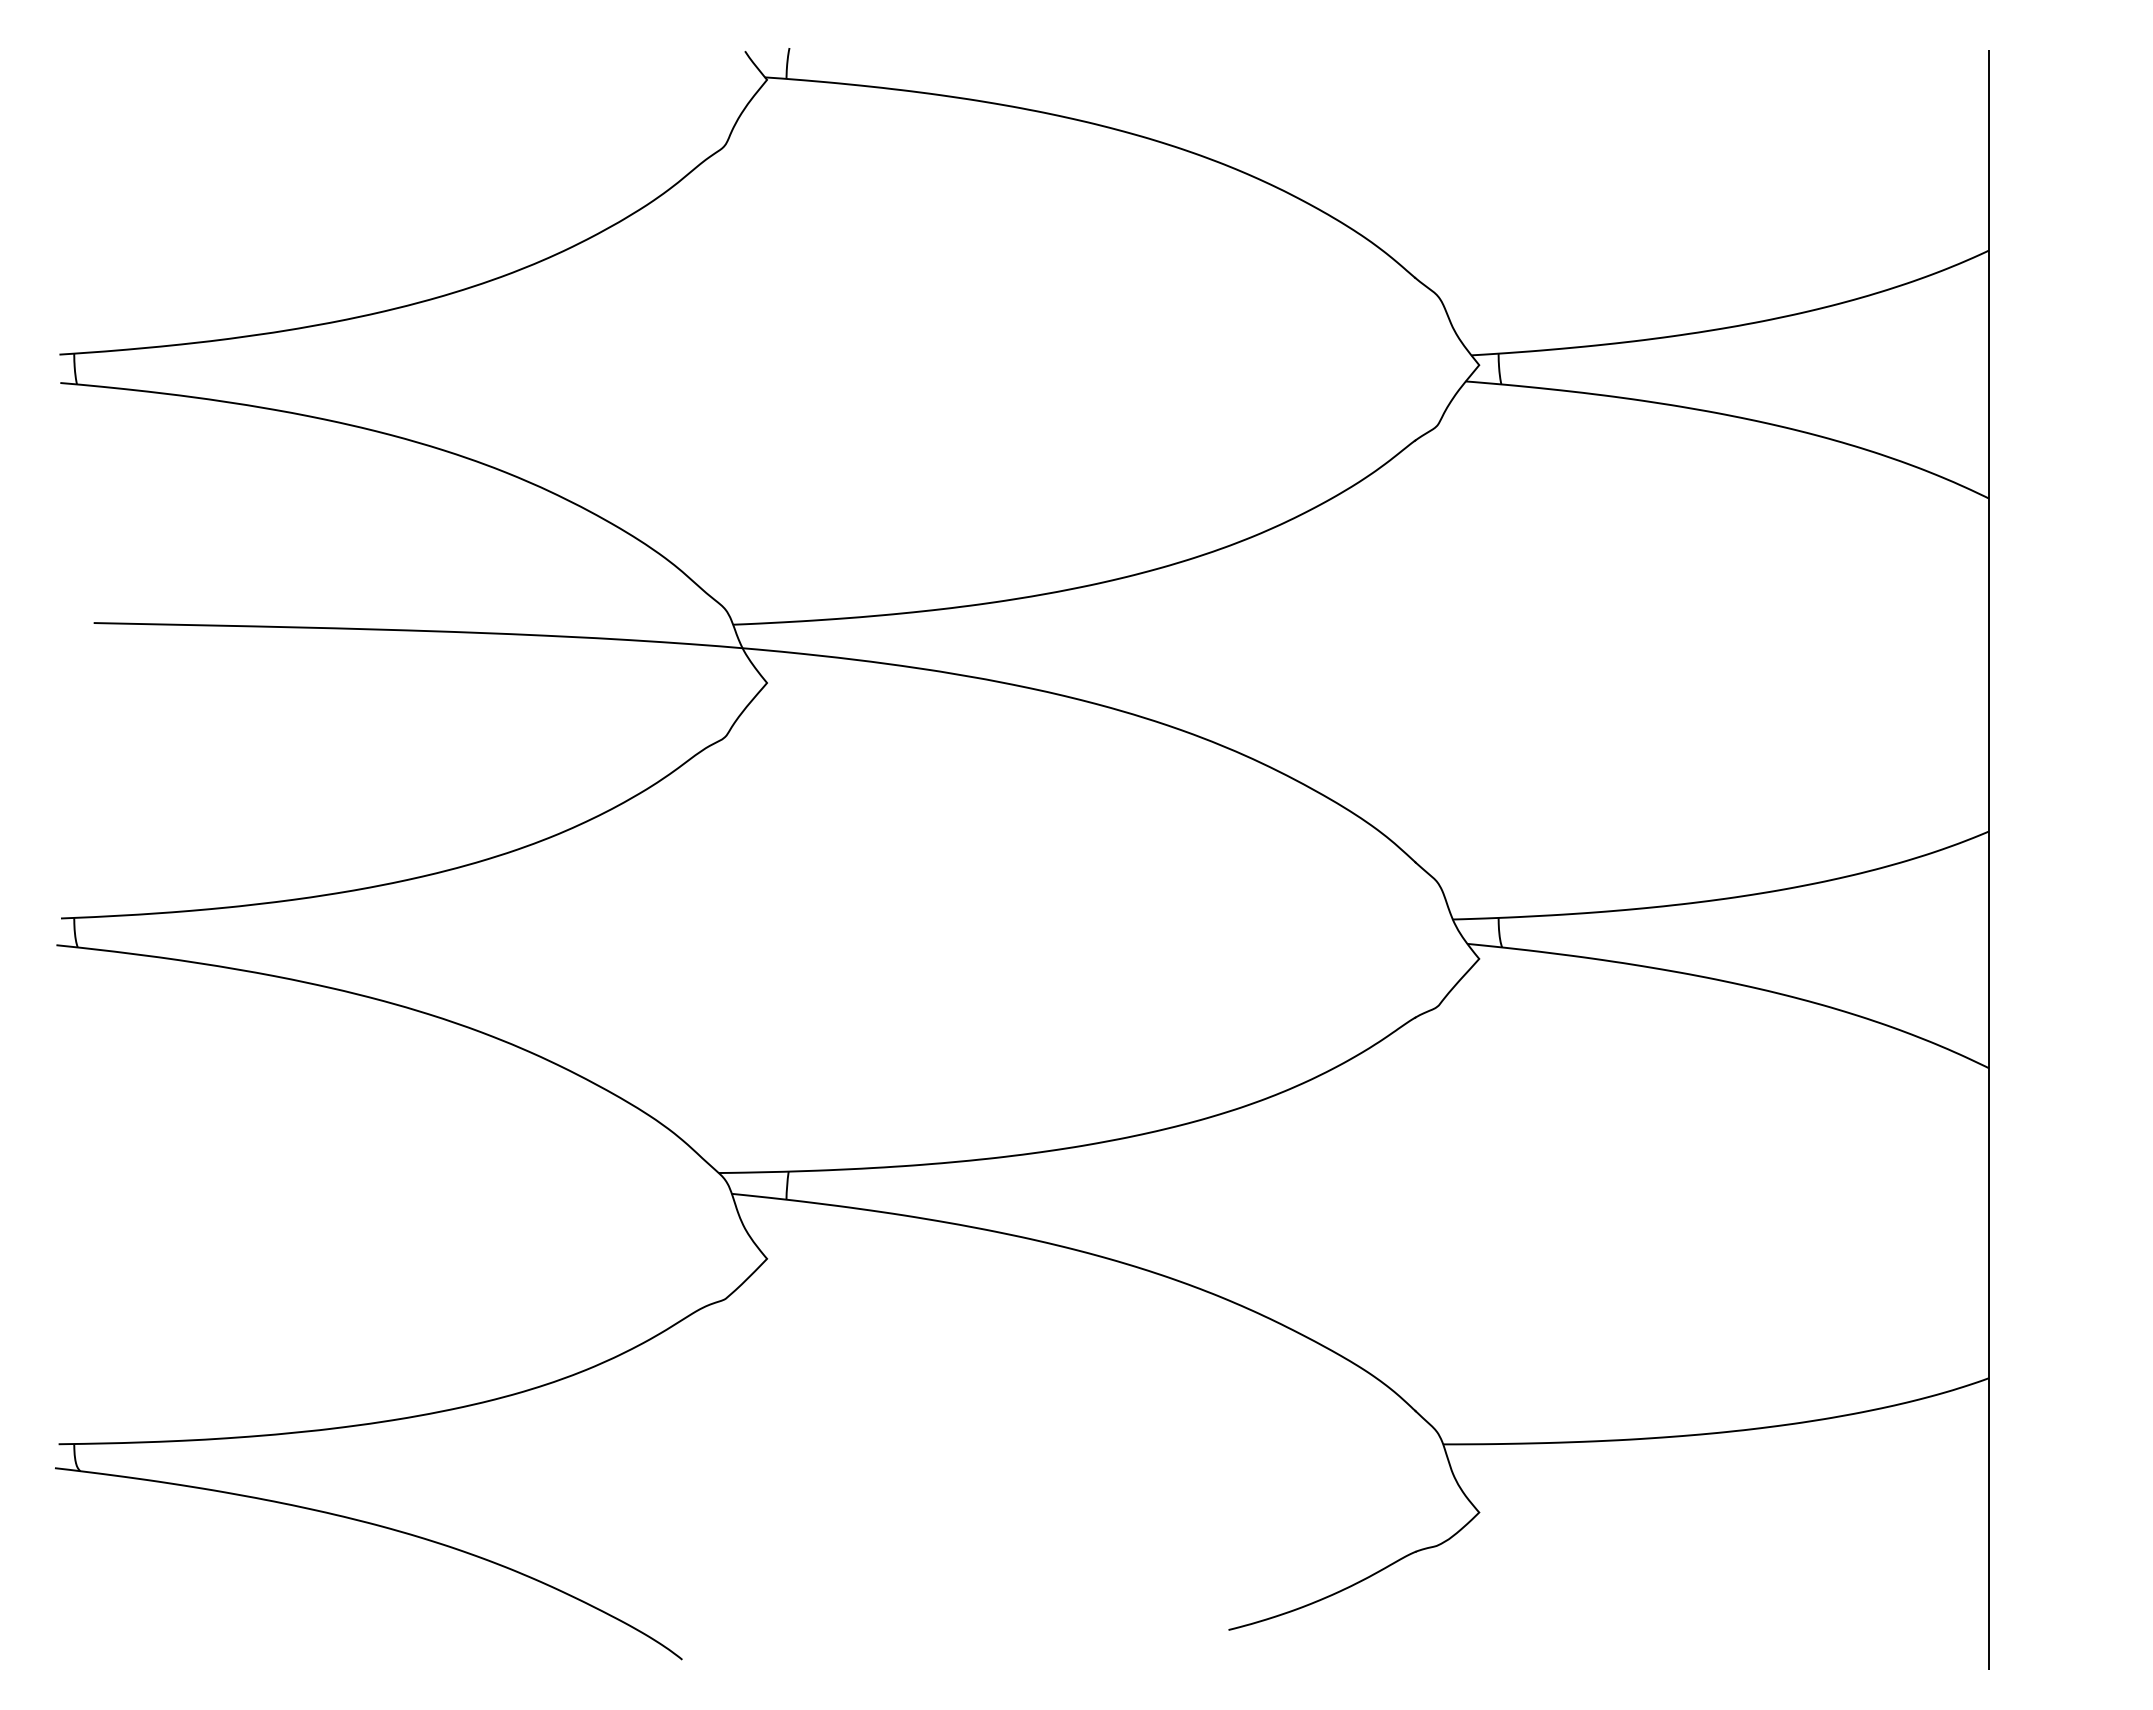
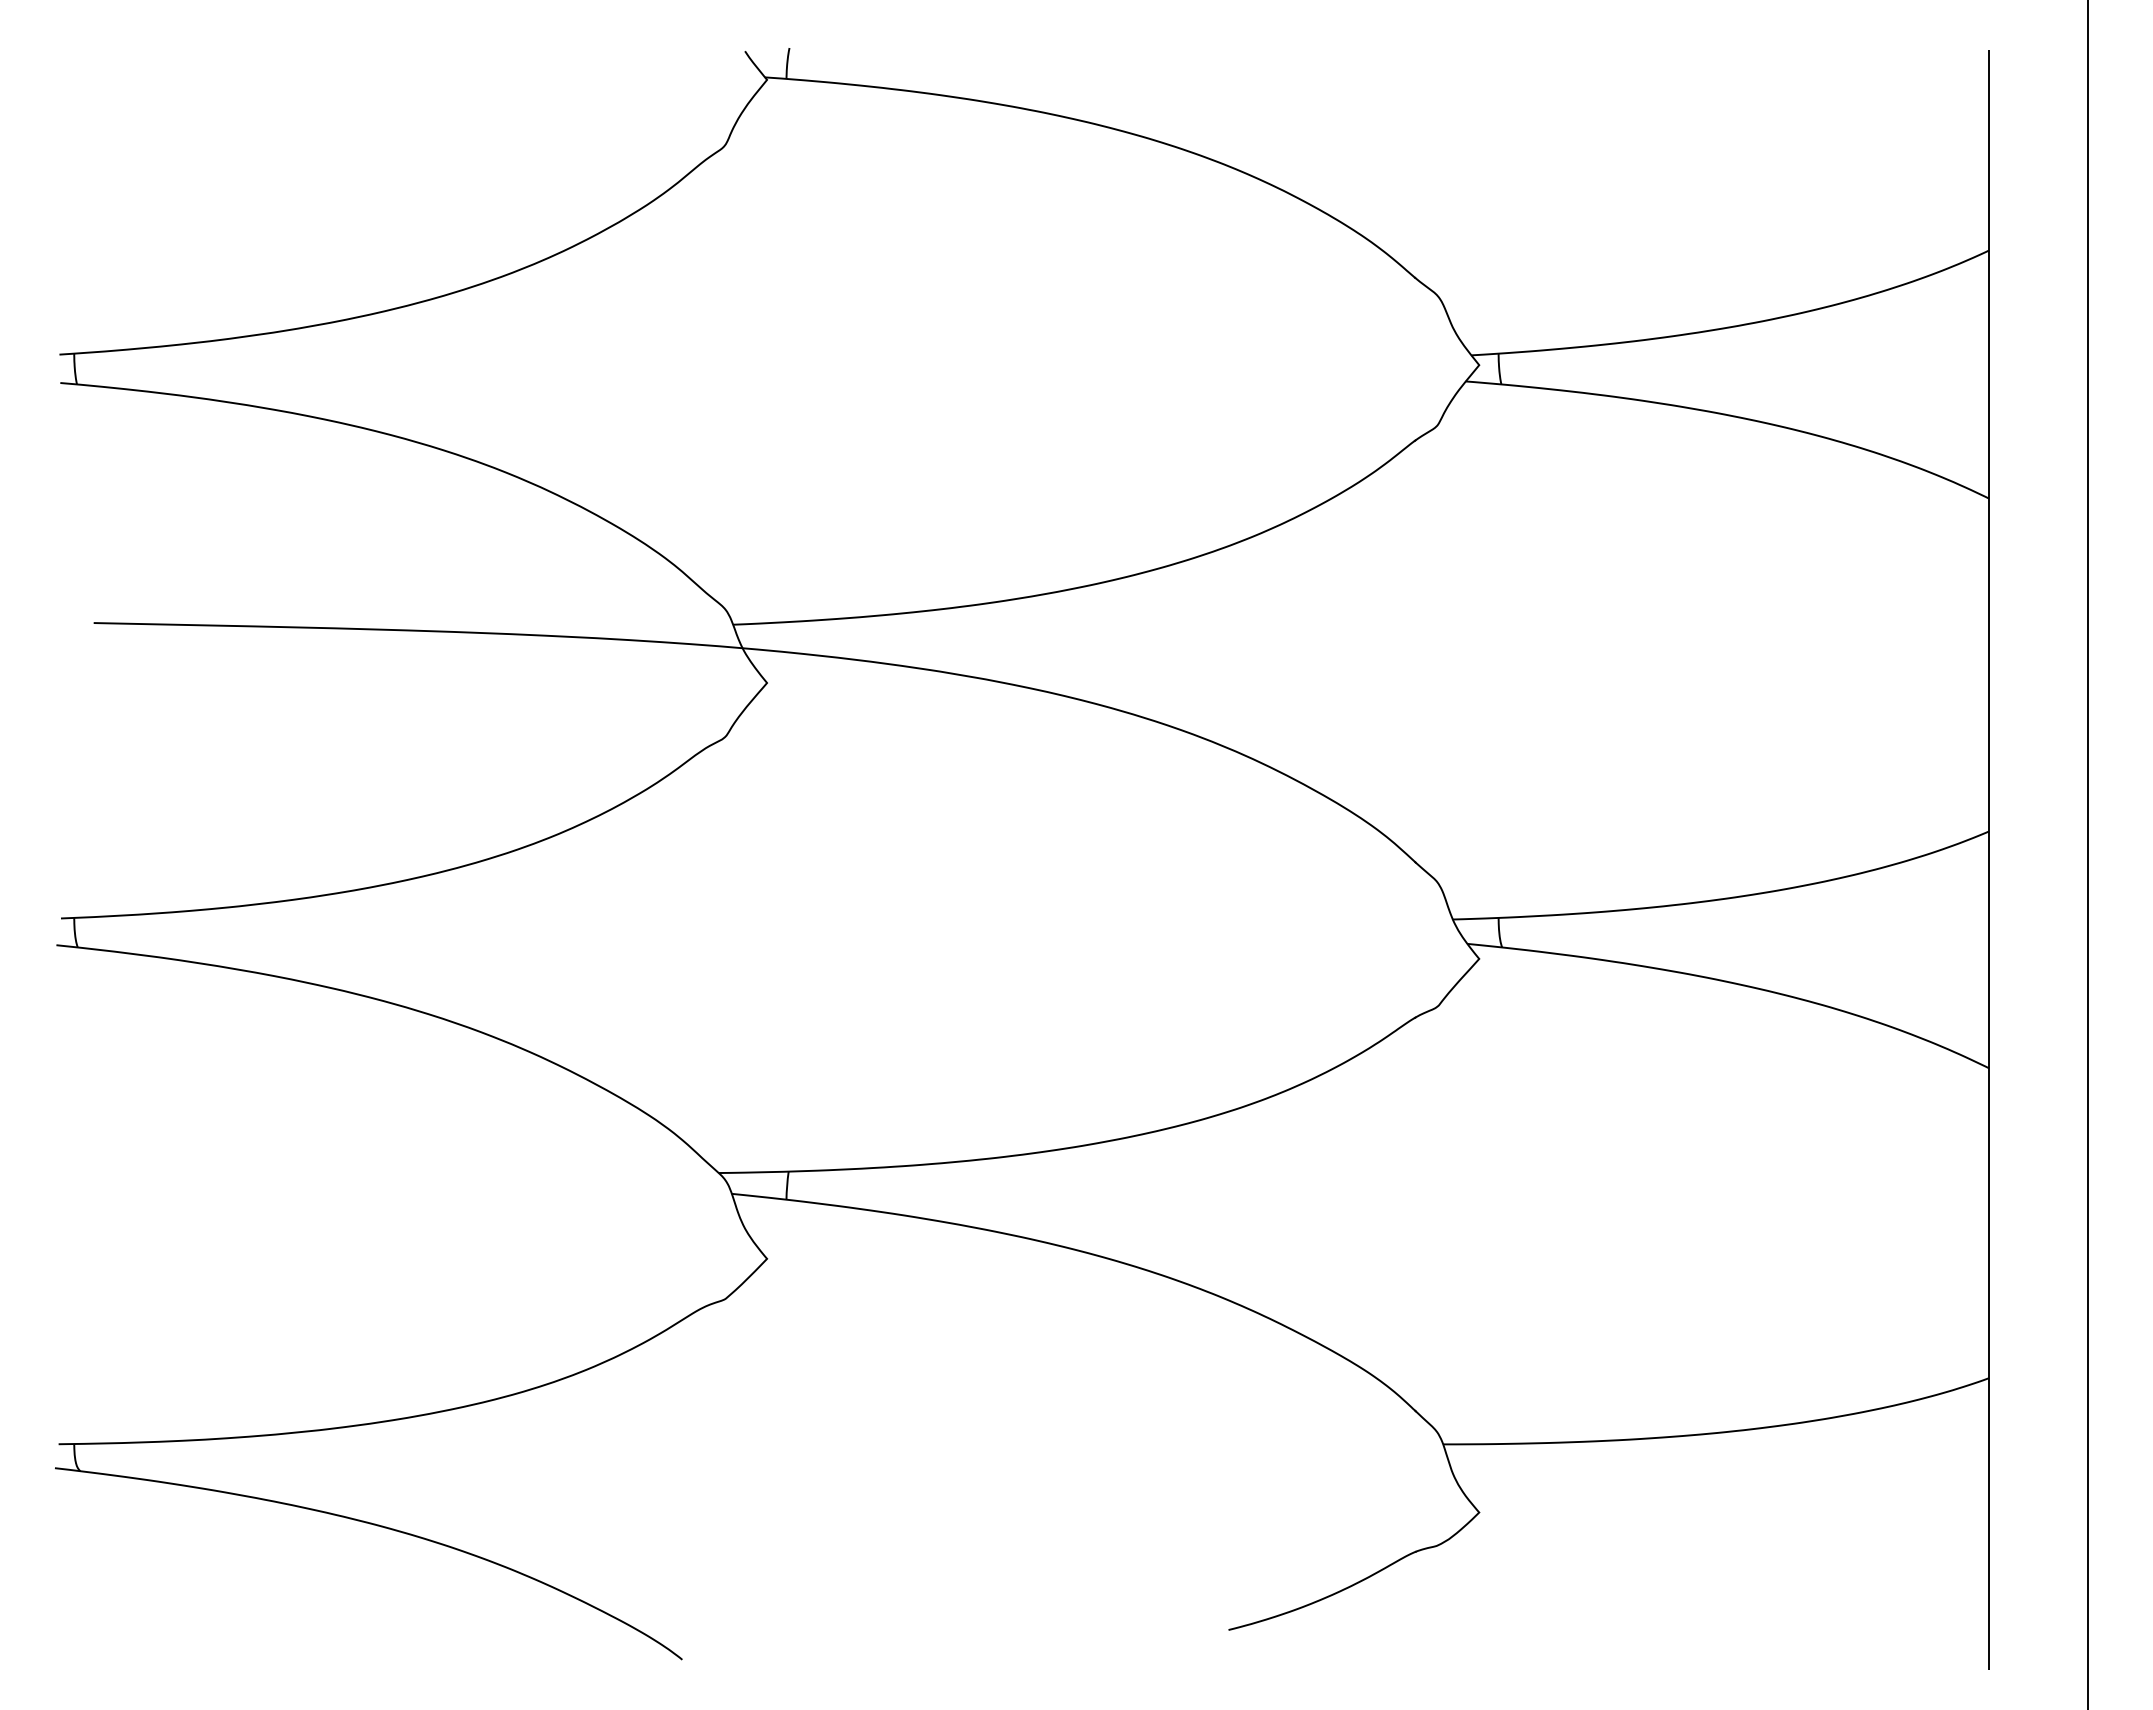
line at (2088, 854): none -> present
